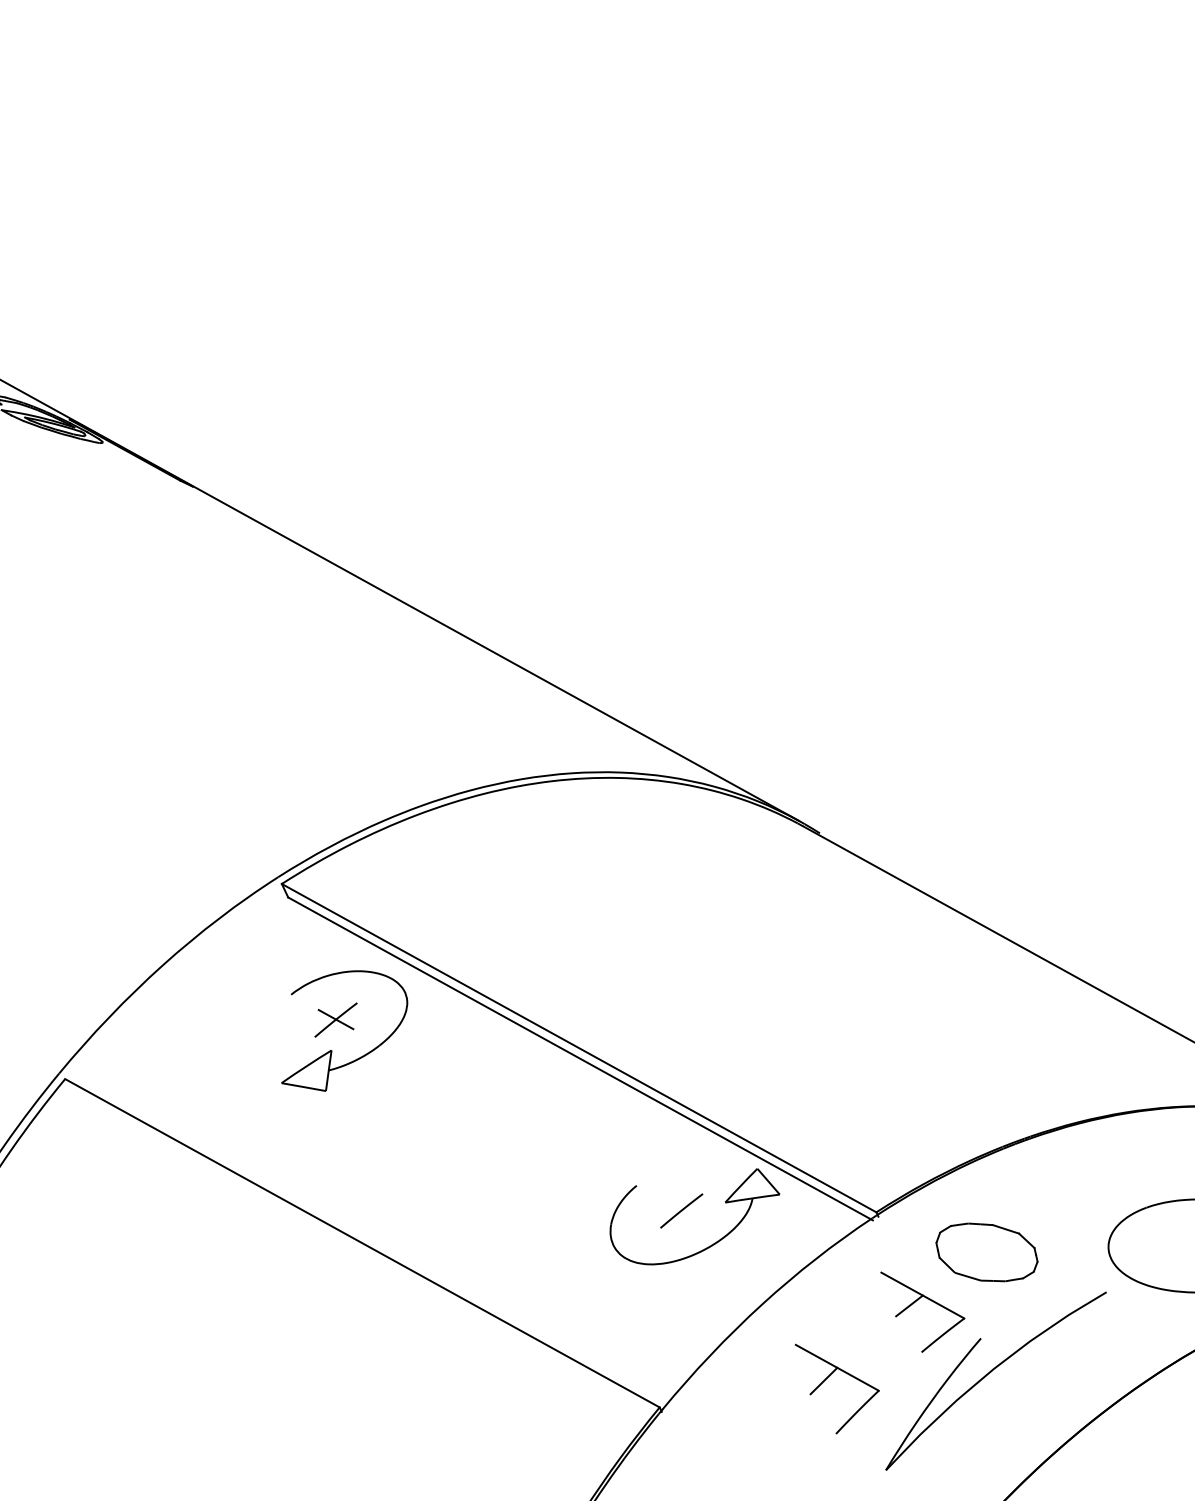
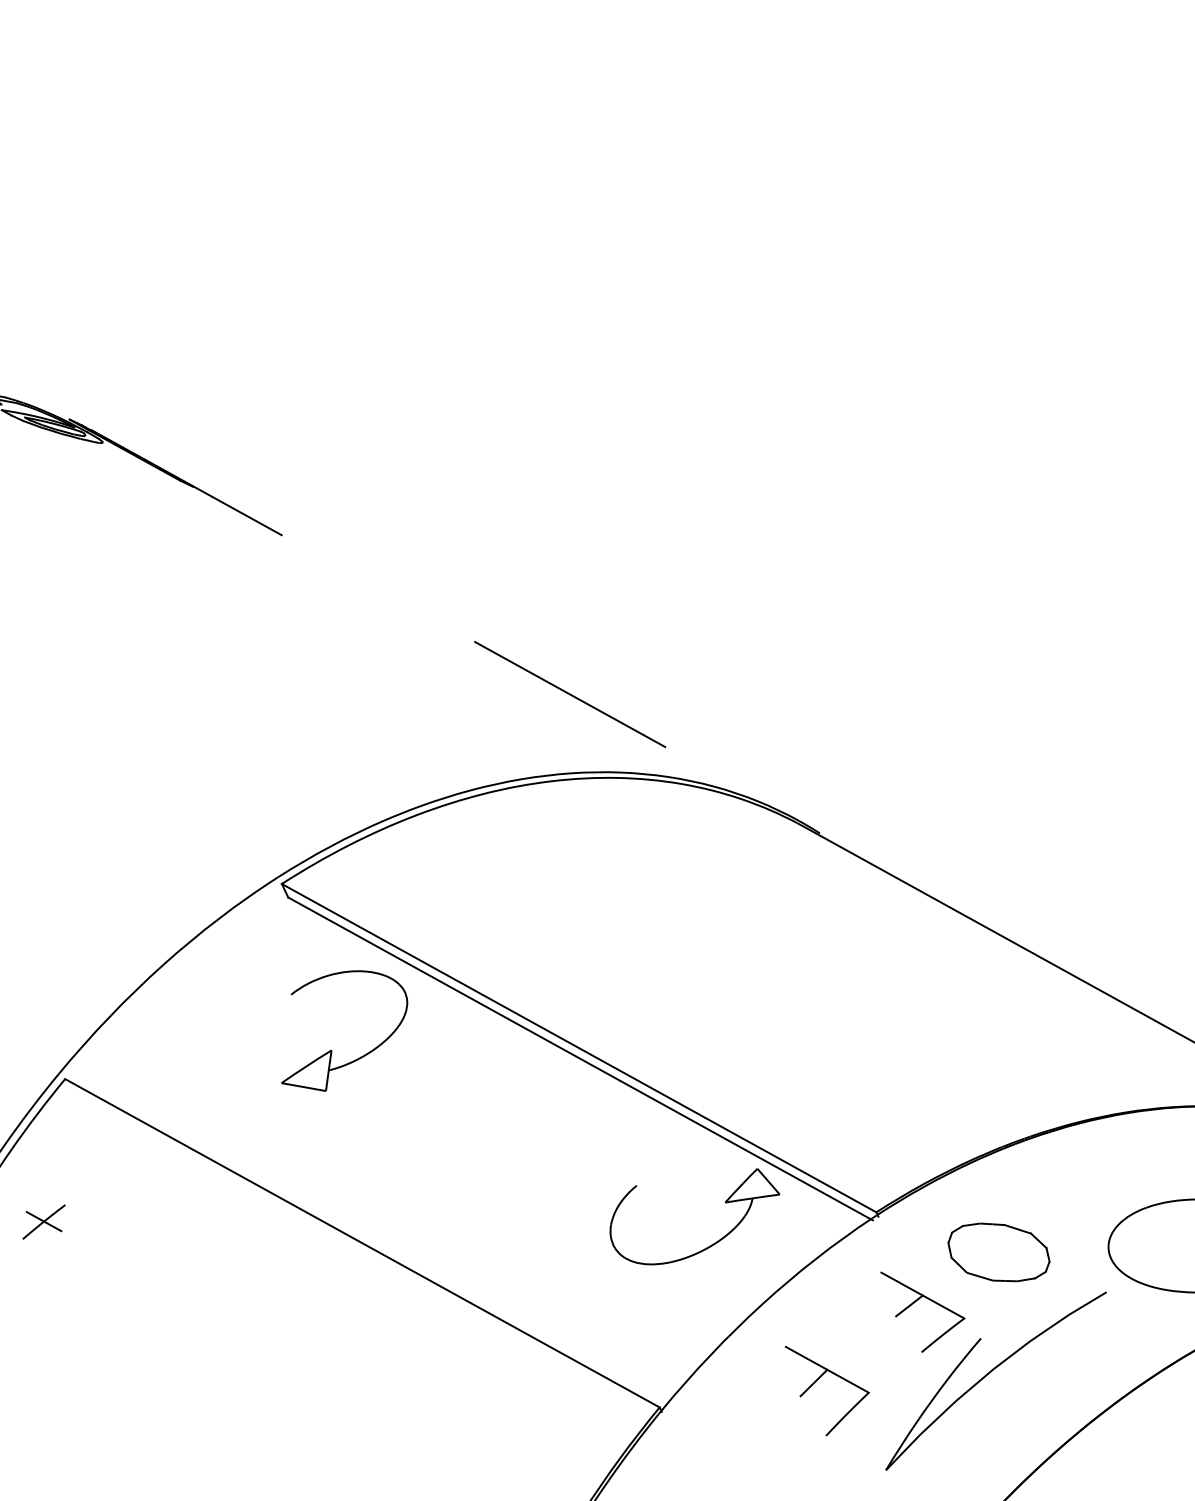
line at (400, 600): solid -> dashed
part at (335, 1019) position: (335, 1019) -> (43, 1221)
line at (681, 1210): present -> none
part at (986, 1252) position: (986, 1252) -> (998, 1252)
part at (827, 1378) position: (827, 1378) -> (817, 1380)
